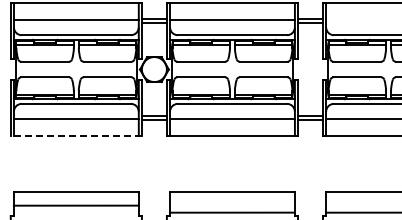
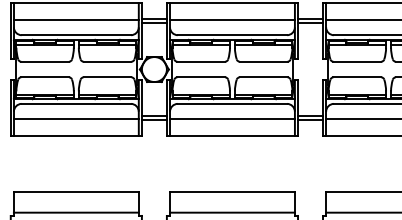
line at (362, 19): none -> present
line at (76, 135): dashed -> solid
line at (75, 205) position: (75, 205) -> (75, 212)
